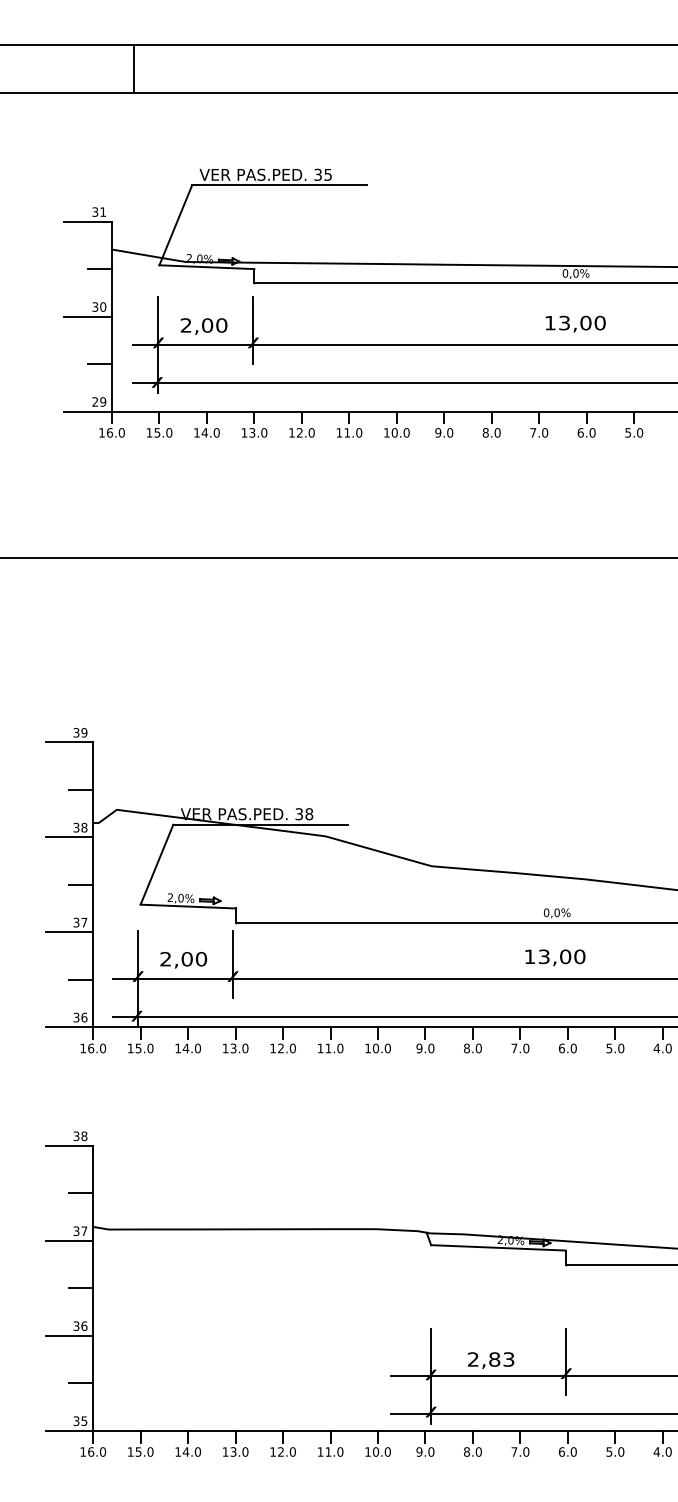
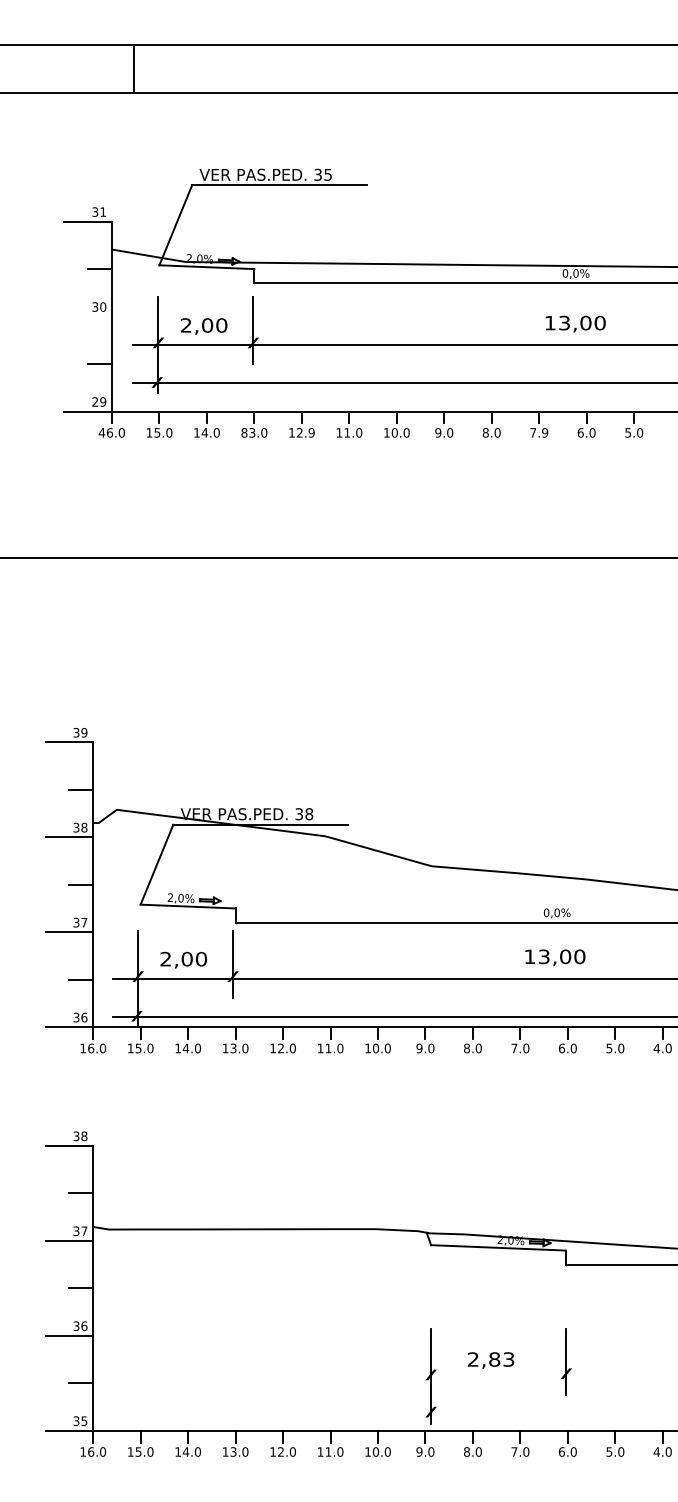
line at (87, 316): present -> none
text at (101, 432): 16.0 -> 46.0
text at (244, 432): 13.0 -> 83.0
text at (311, 432): 12.0 -> 12.9
text at (544, 432): 7.0 -> 7.9
line at (532, 1375): present -> none
line at (532, 1414): present -> none
